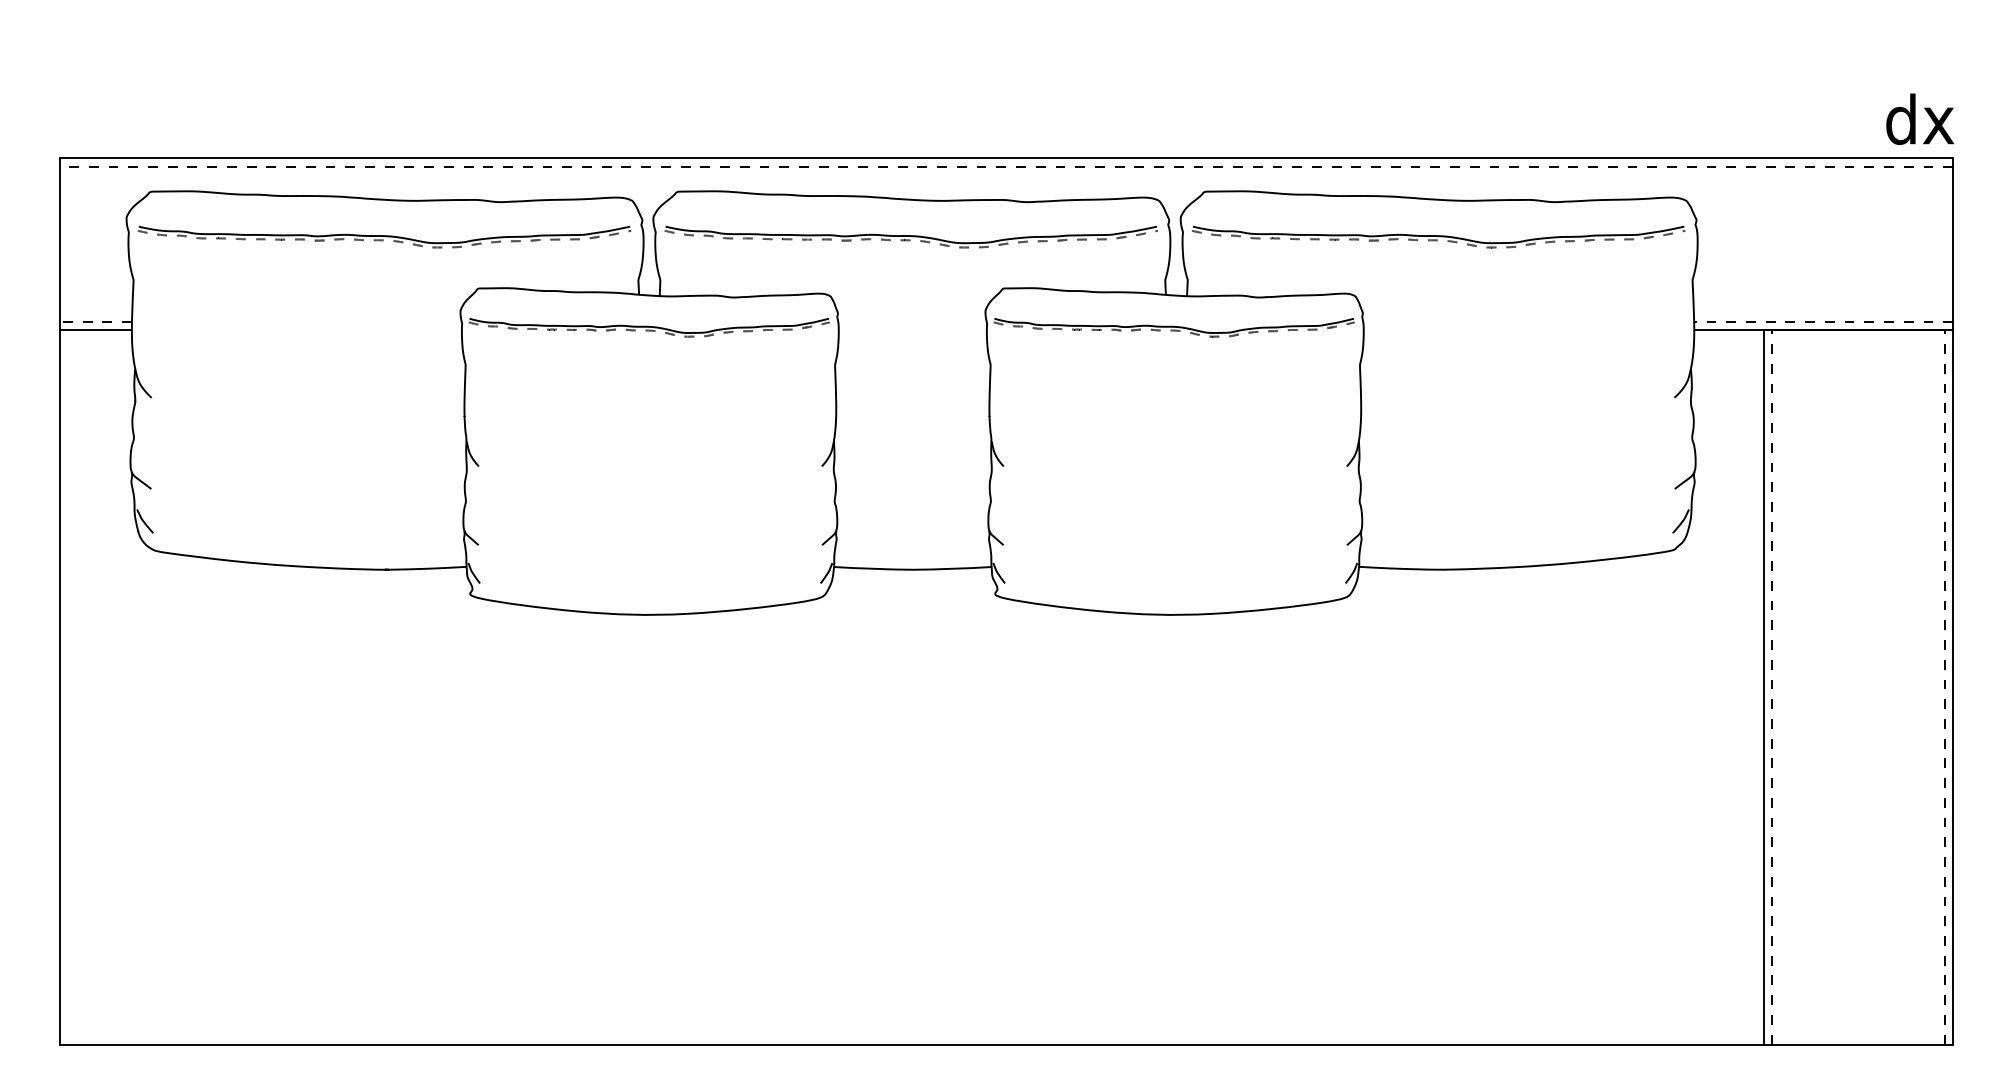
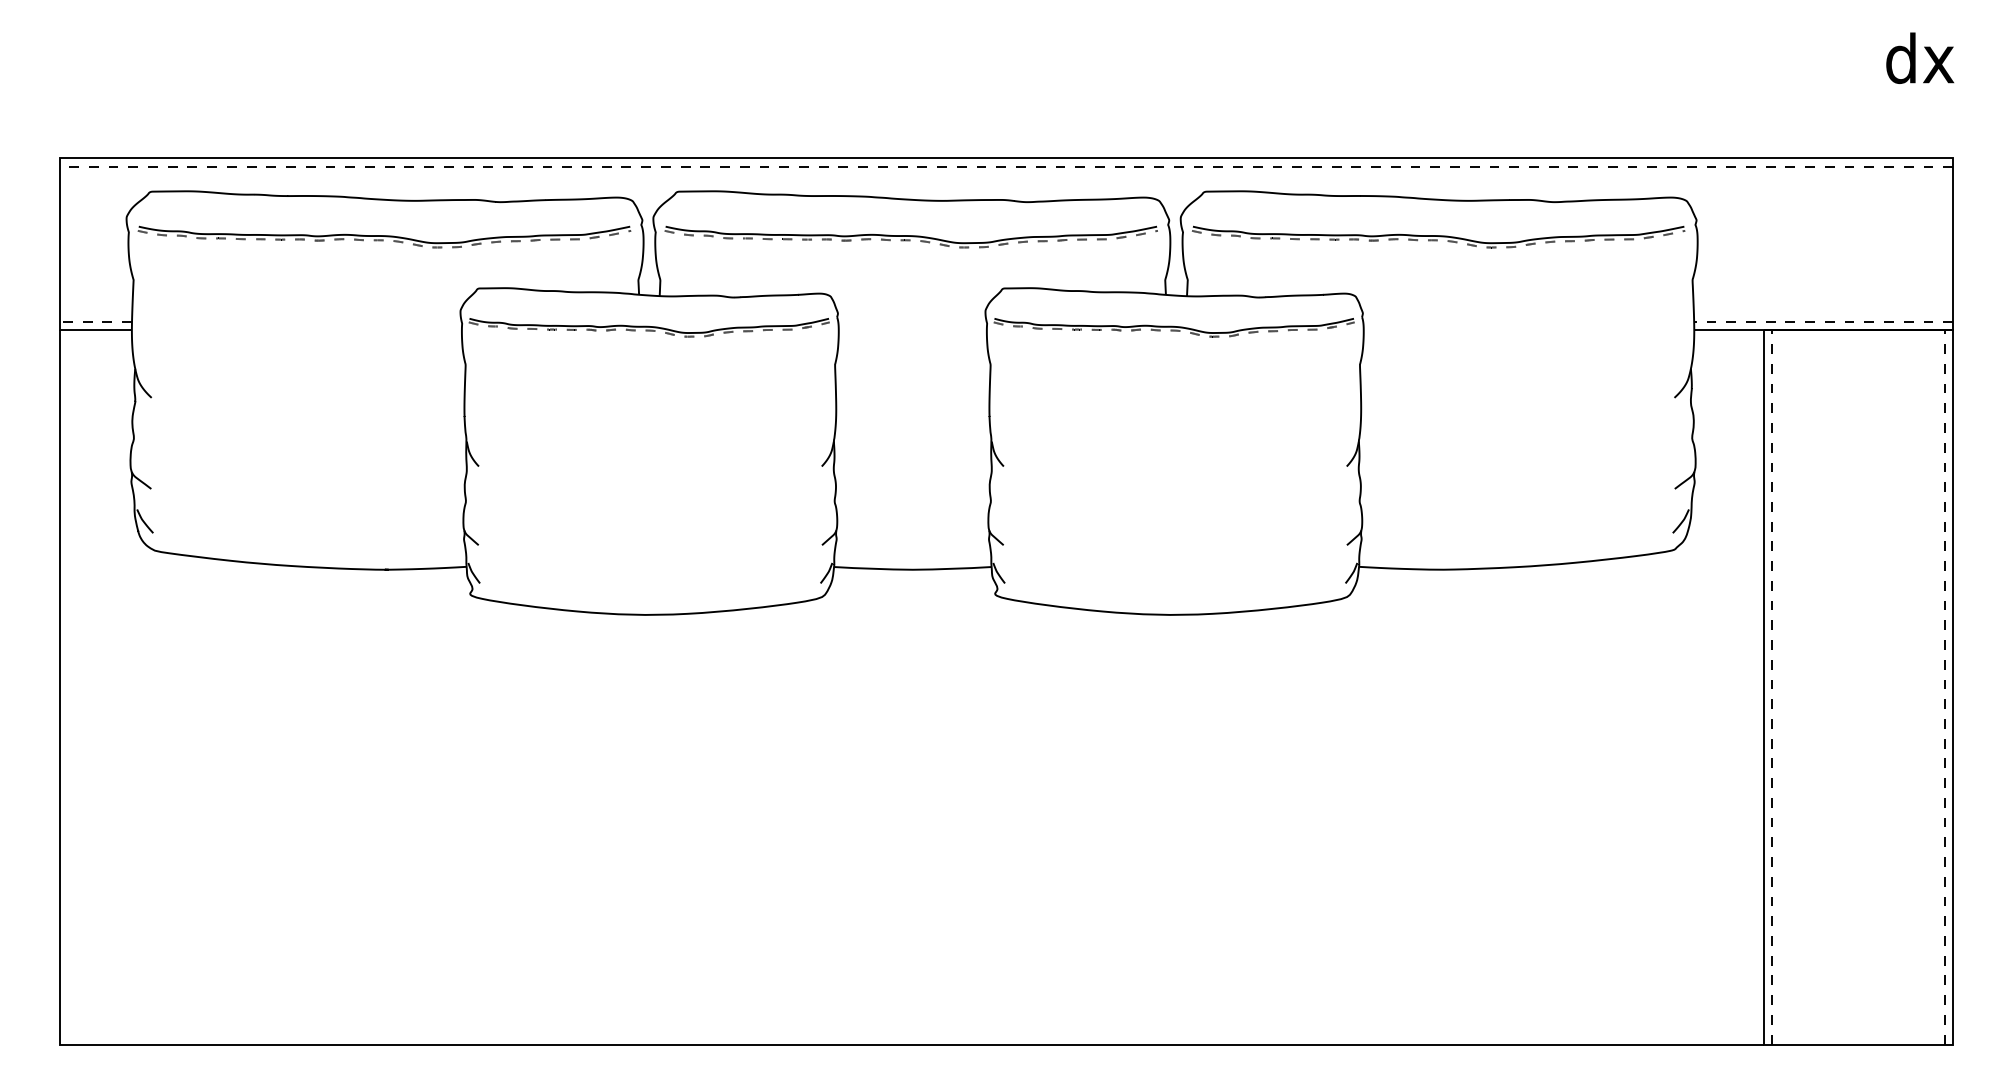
text at (1920, 118) position: (1920, 118) -> (1920, 57)
